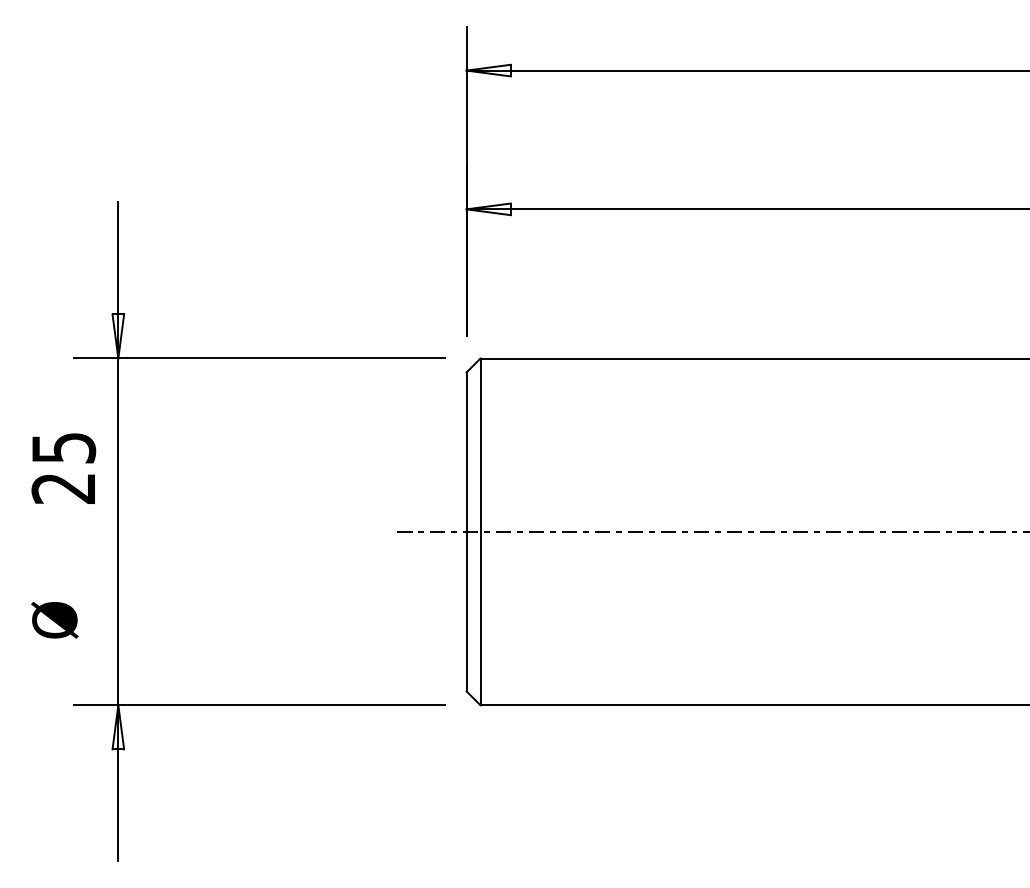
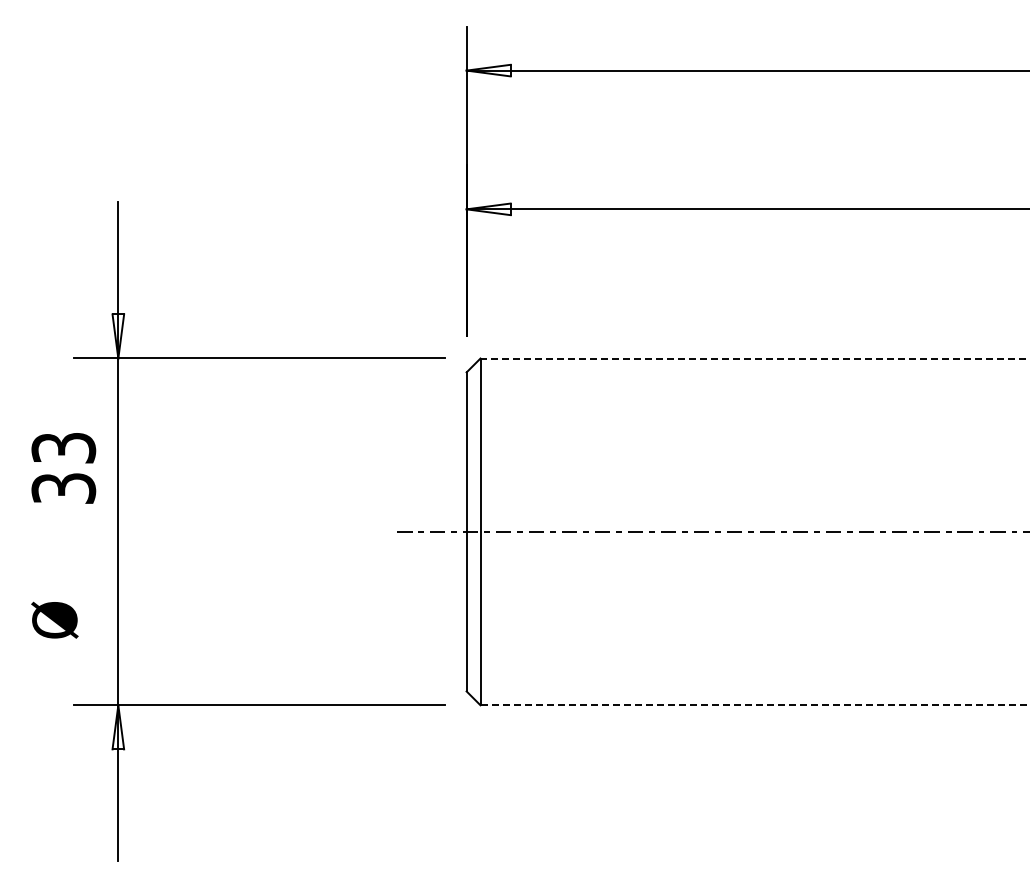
line at (754, 358): solid -> dashed
text at (63, 468): 25 -> 33
line at (755, 705): solid -> dashed
